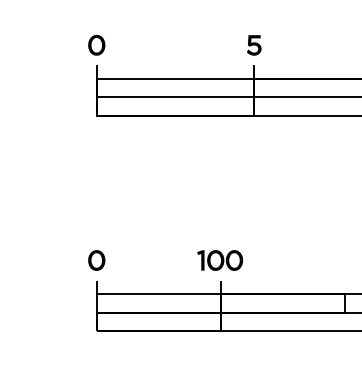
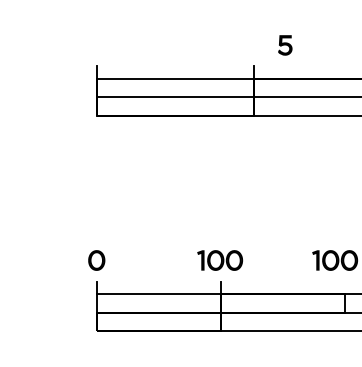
part at (96, 45): present -> none
part at (254, 45) position: (254, 45) -> (285, 45)
part at (335, 260): none -> present
